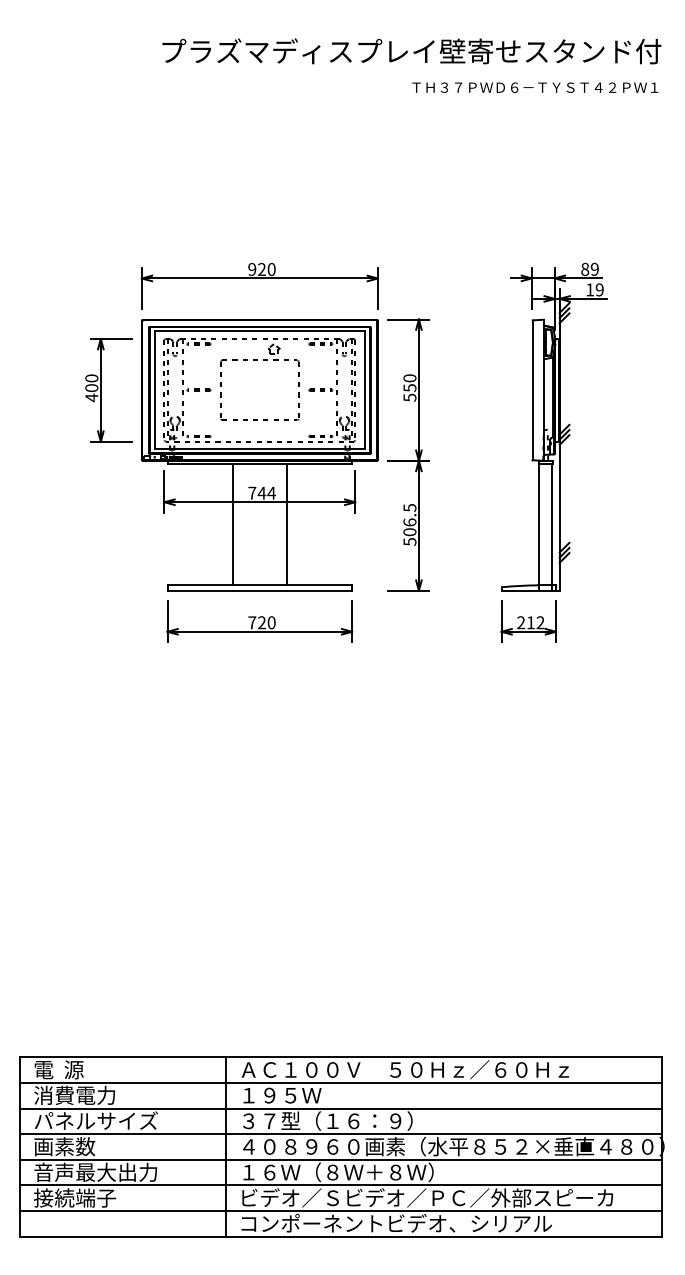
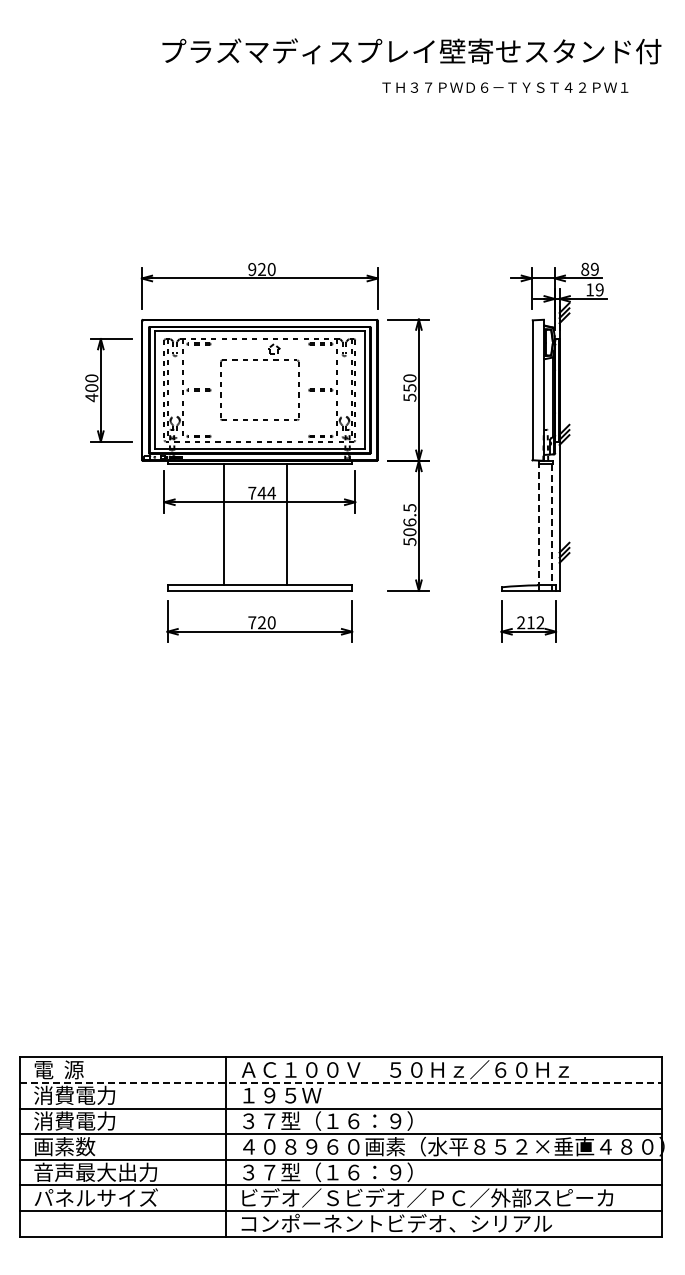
text at (535, 87) position: (535, 87) -> (505, 87)
line at (539, 523): solid -> dashed
line at (232, 524) position: (232, 524) -> (223, 524)
line at (552, 524): solid -> dashed
line at (340, 1082): solid -> dashed
text at (95, 1120): パネルサイズ -> 消費電力
text at (338, 1172): １６Ｗ（８Ｗ＋８Ｗ） -> ３７型（１６：９）
text at (95, 1197): 接続端子 -> パネルサイズ
